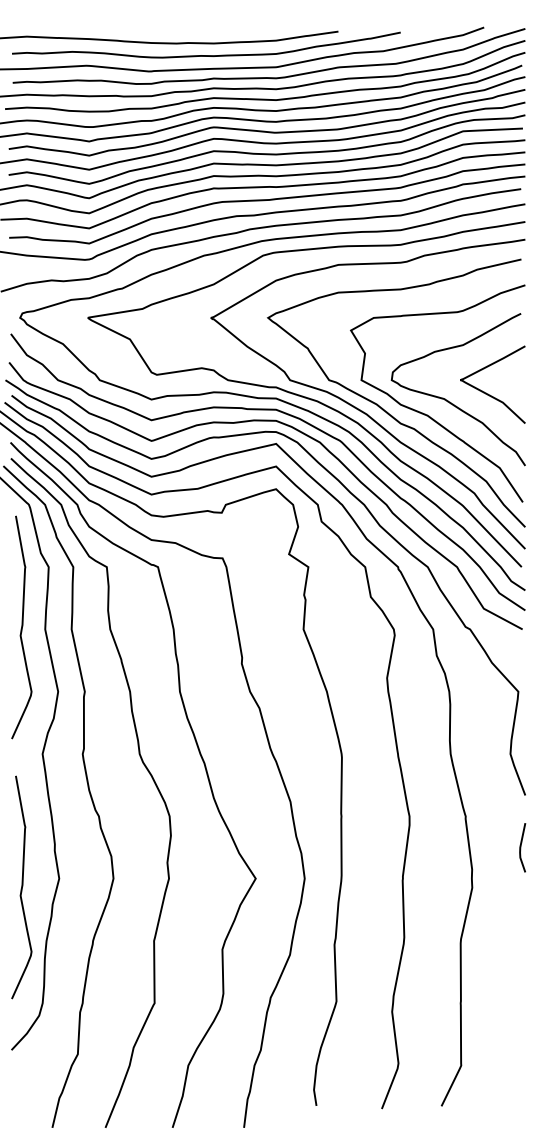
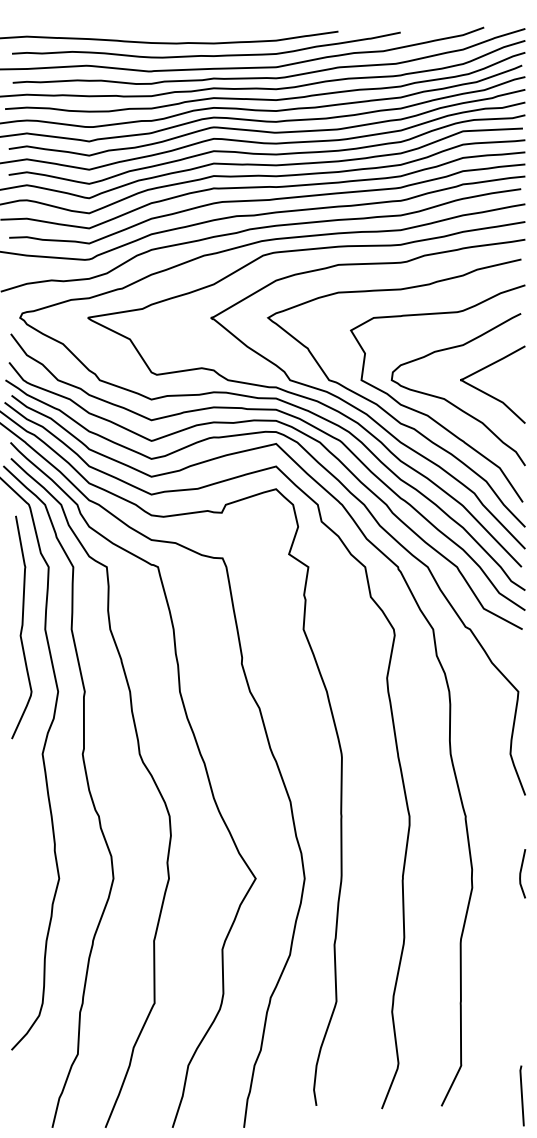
line at (521, 847) position: (521, 847) -> (521, 873)
curve at (21, 887): present -> none
line at (521, 1095): none -> present
